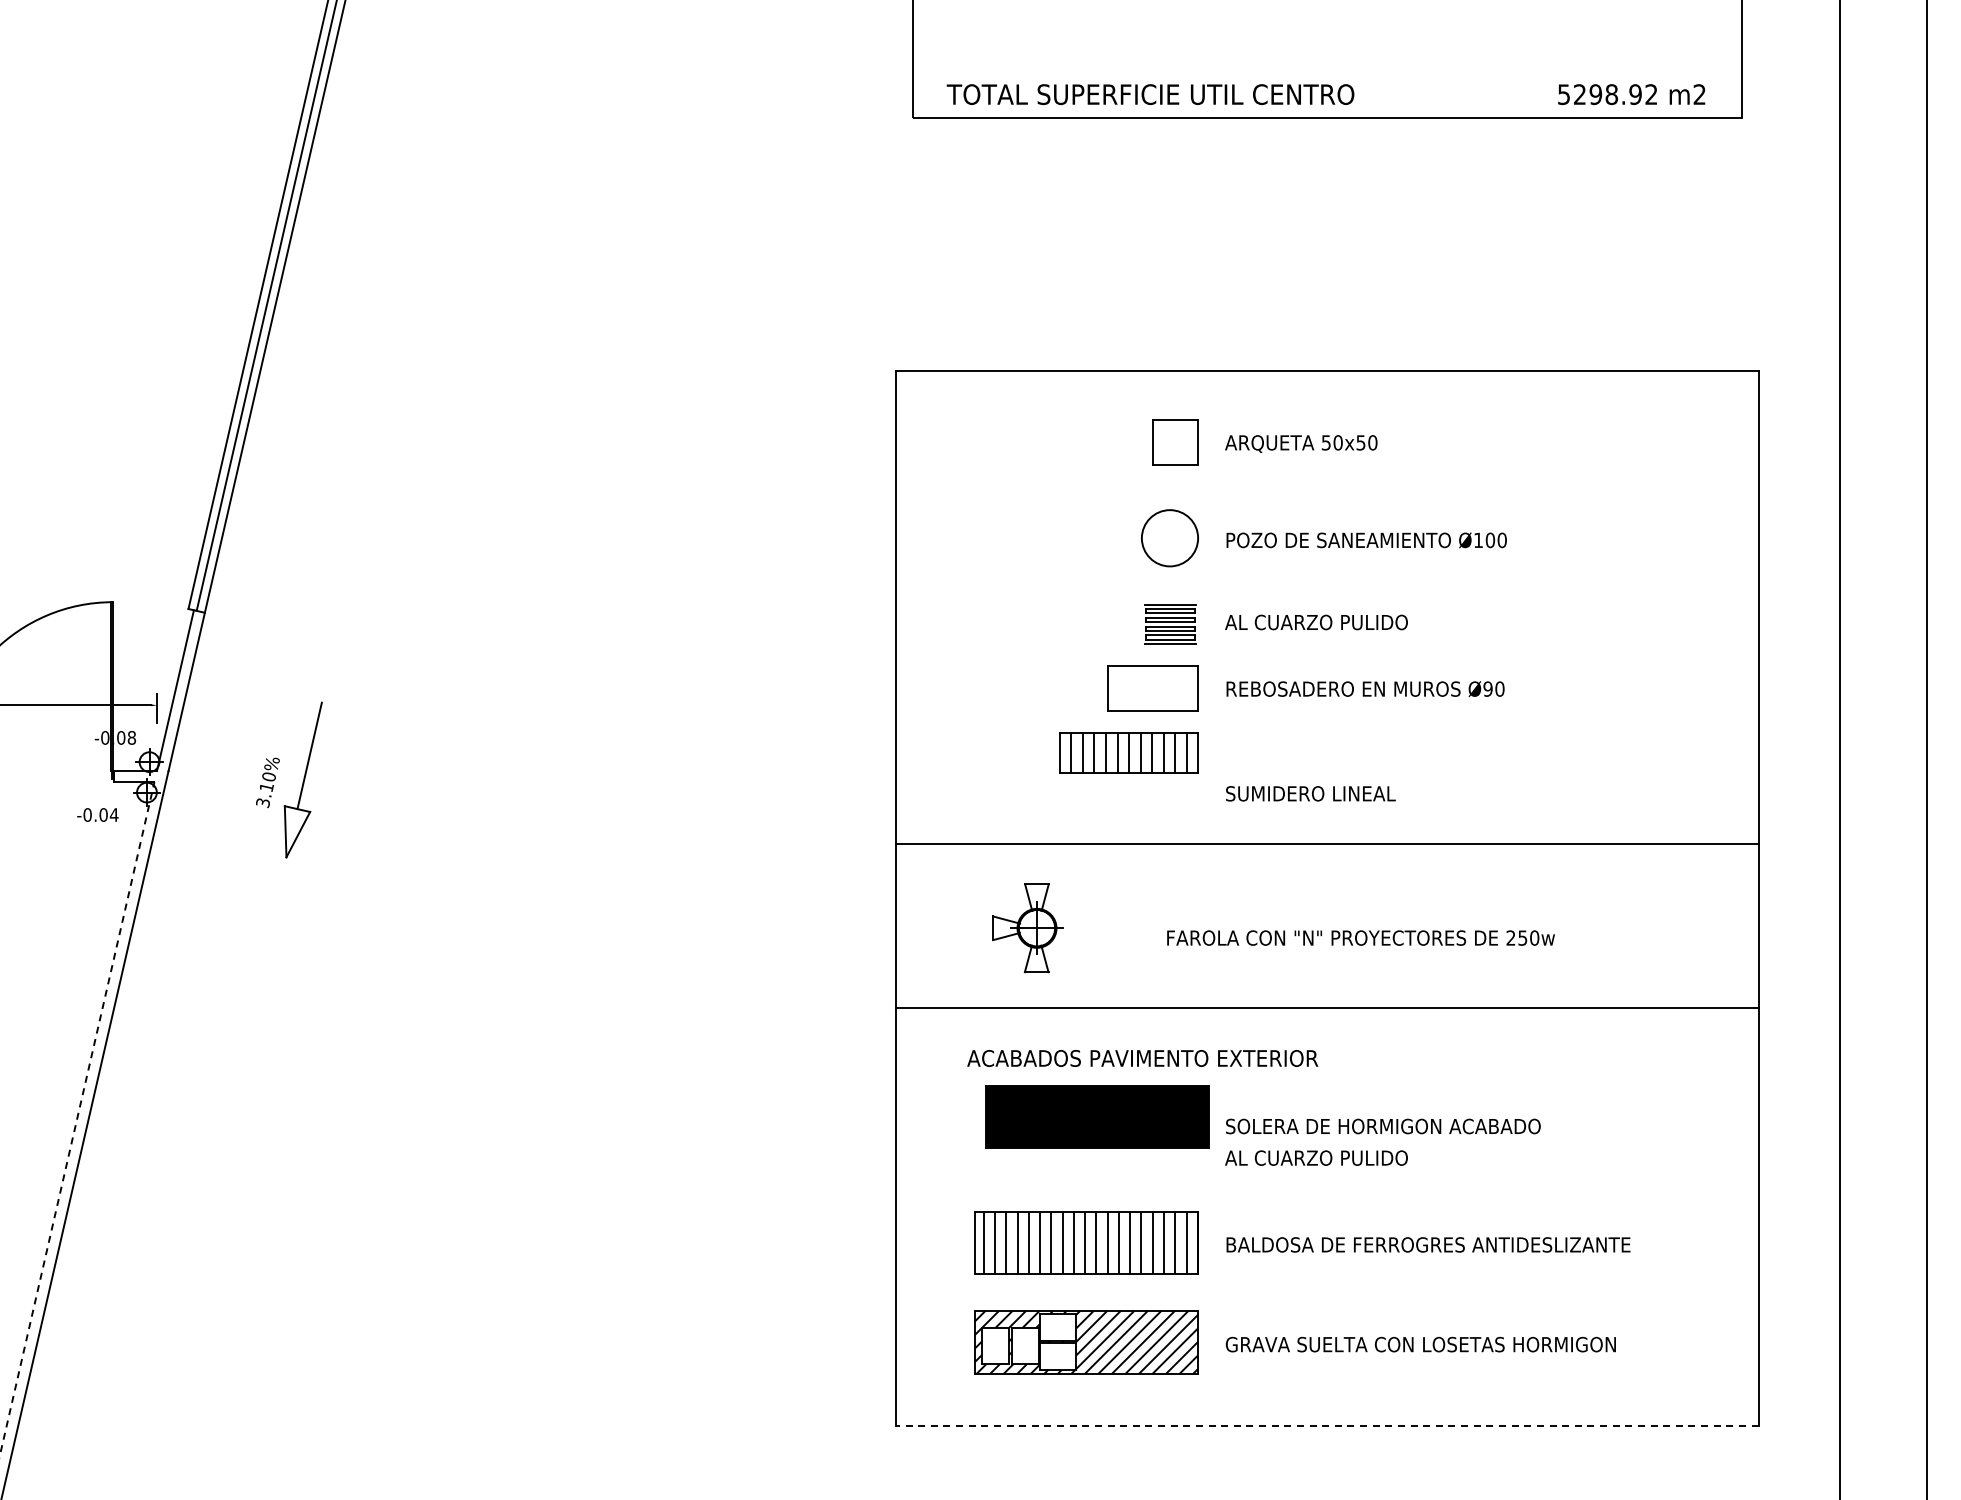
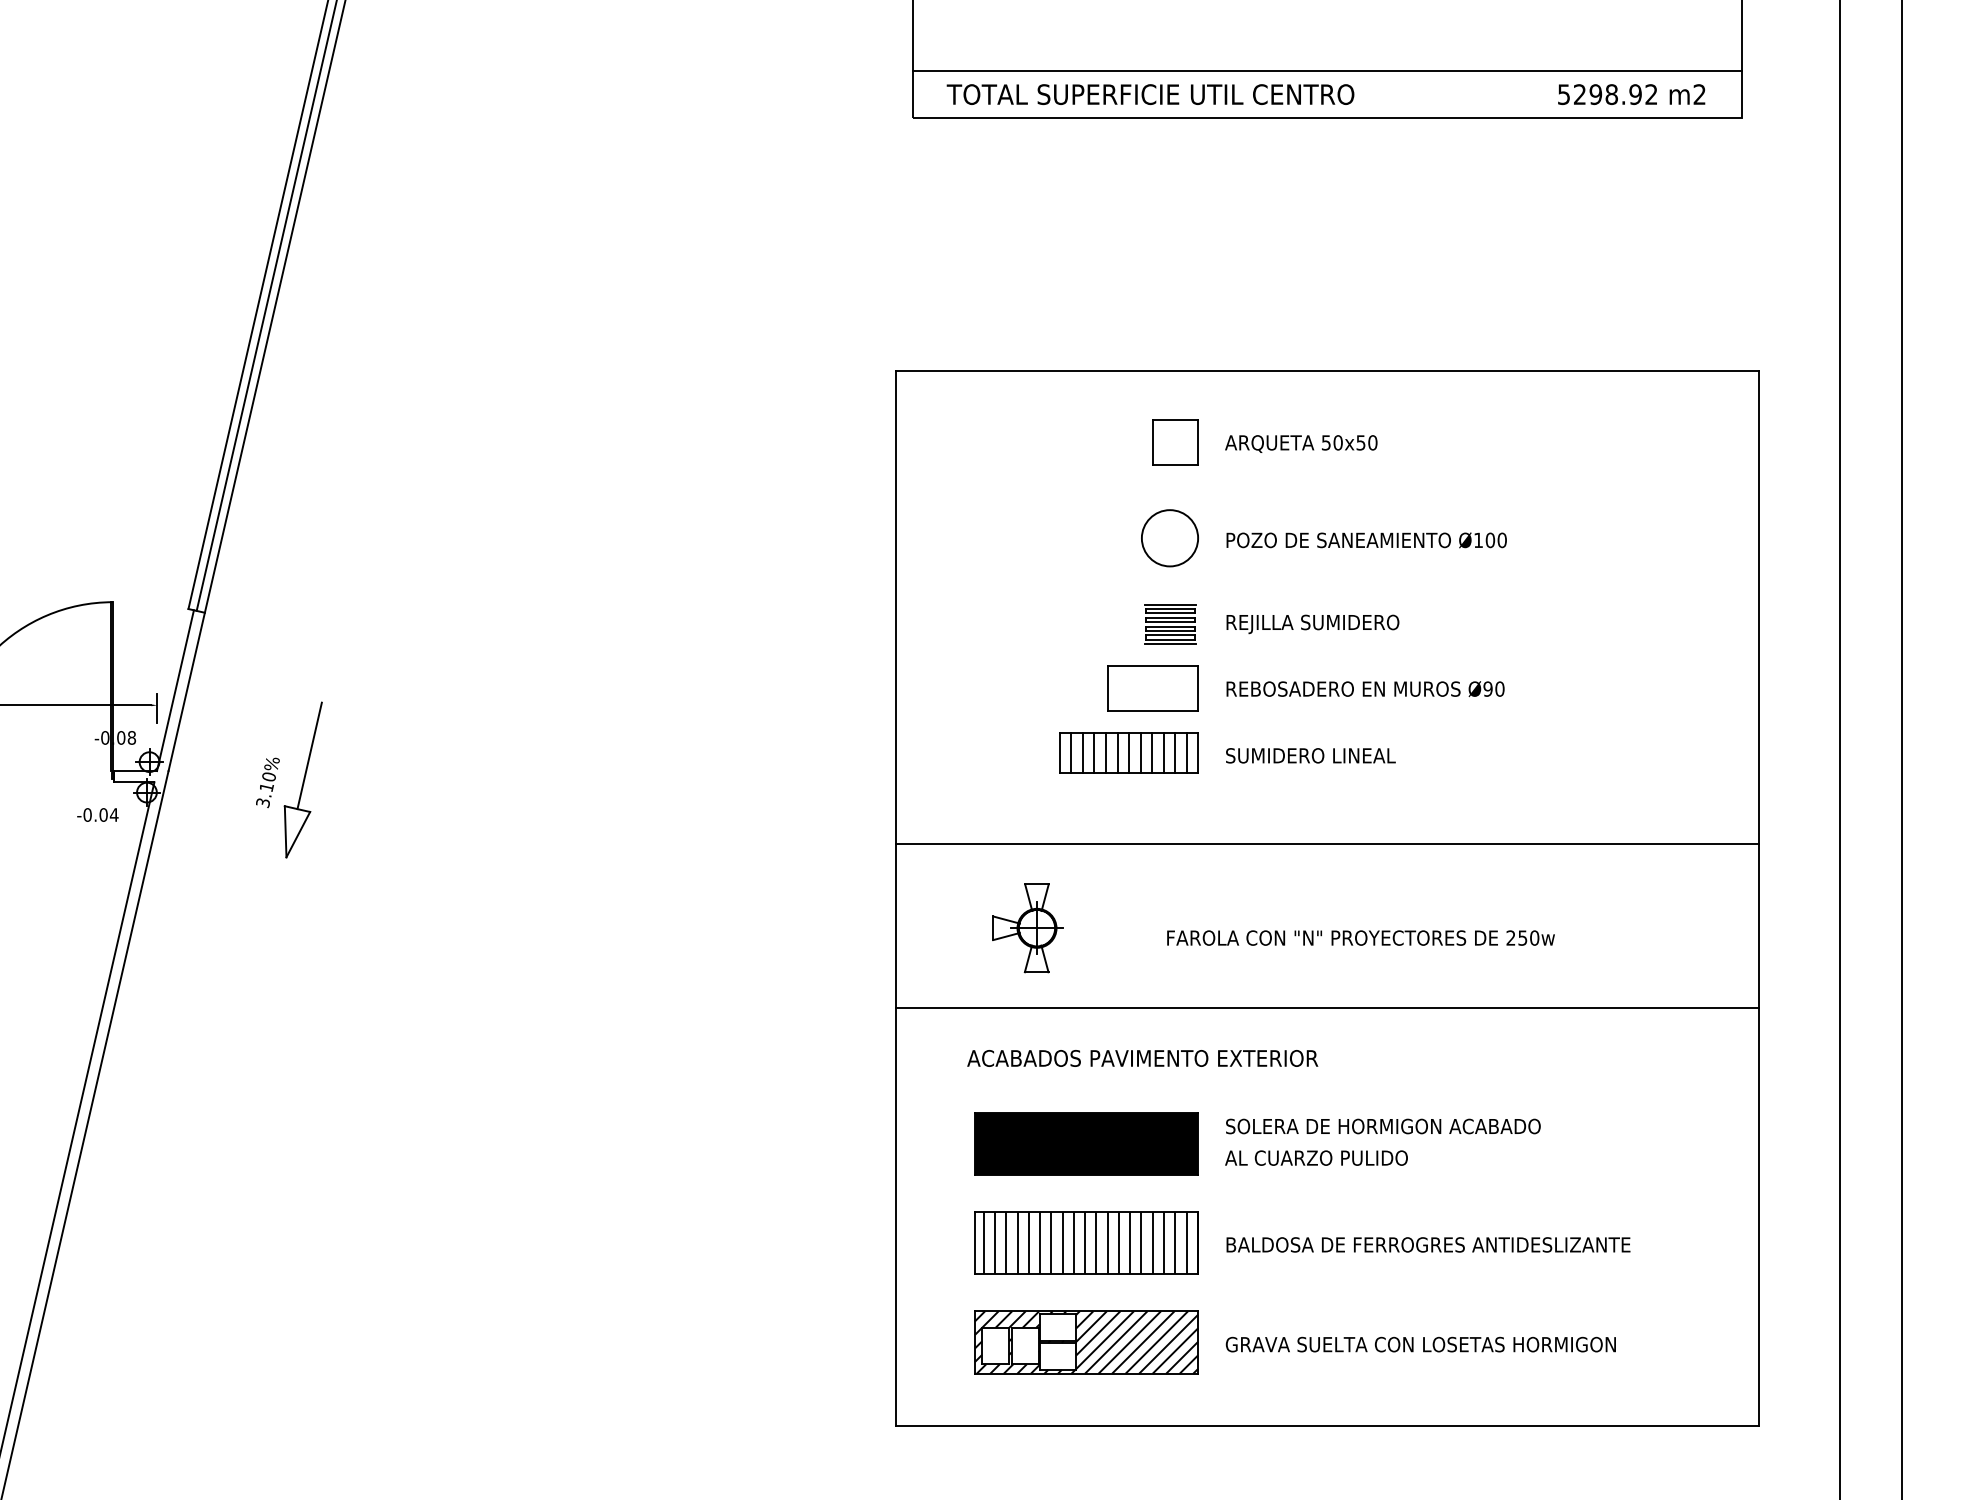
line at (1327, 70): none -> present
text at (1316, 624): AL CUARZO PULIDO -> REJILLA SUMIDERO
line at (1927, 749) position: (1927, 749) -> (1902, 749)
text at (1310, 793) position: (1310, 793) -> (1310, 755)
part at (1097, 1116) position: (1097, 1116) -> (1086, 1143)
line at (77, 1118): dashed -> solid
line at (1326, 1426): dashed -> solid
